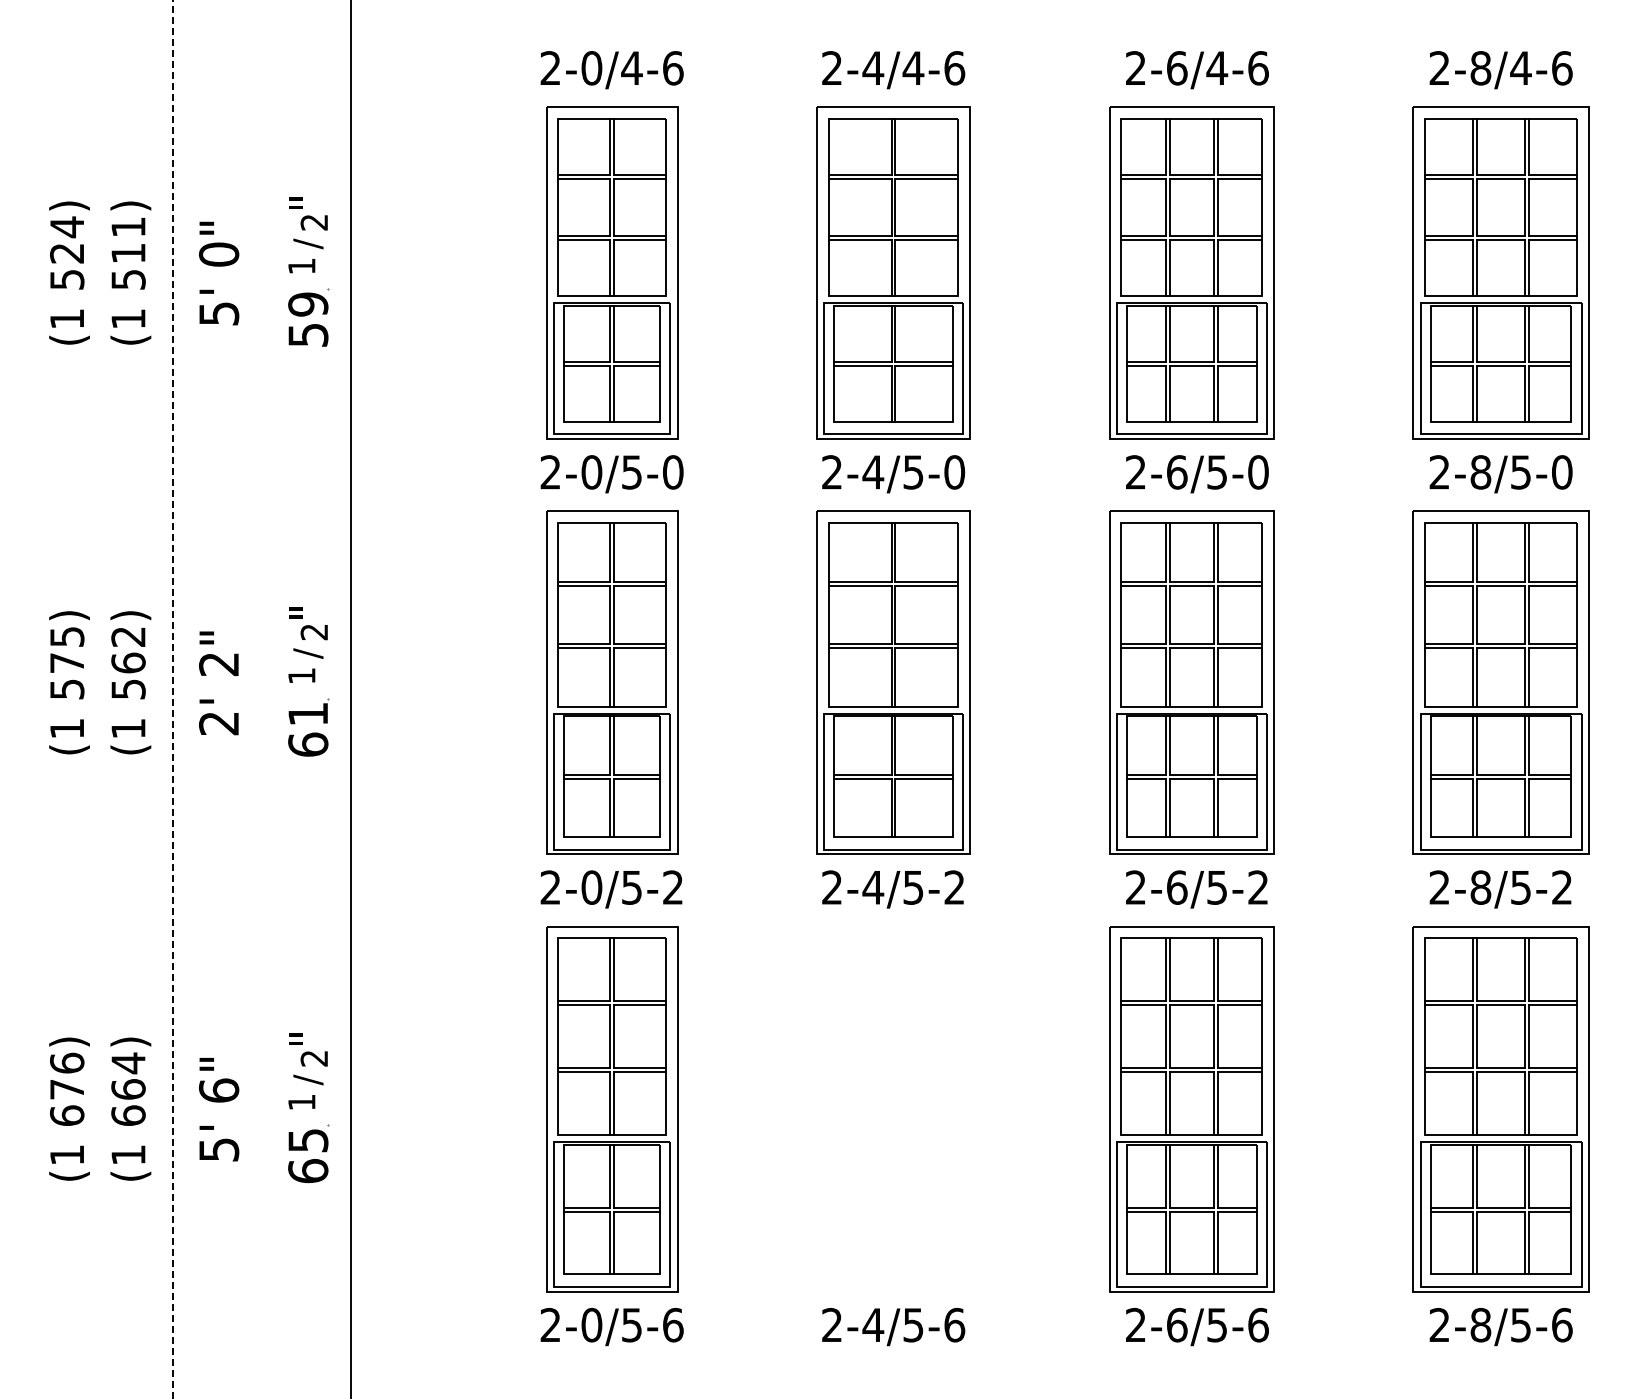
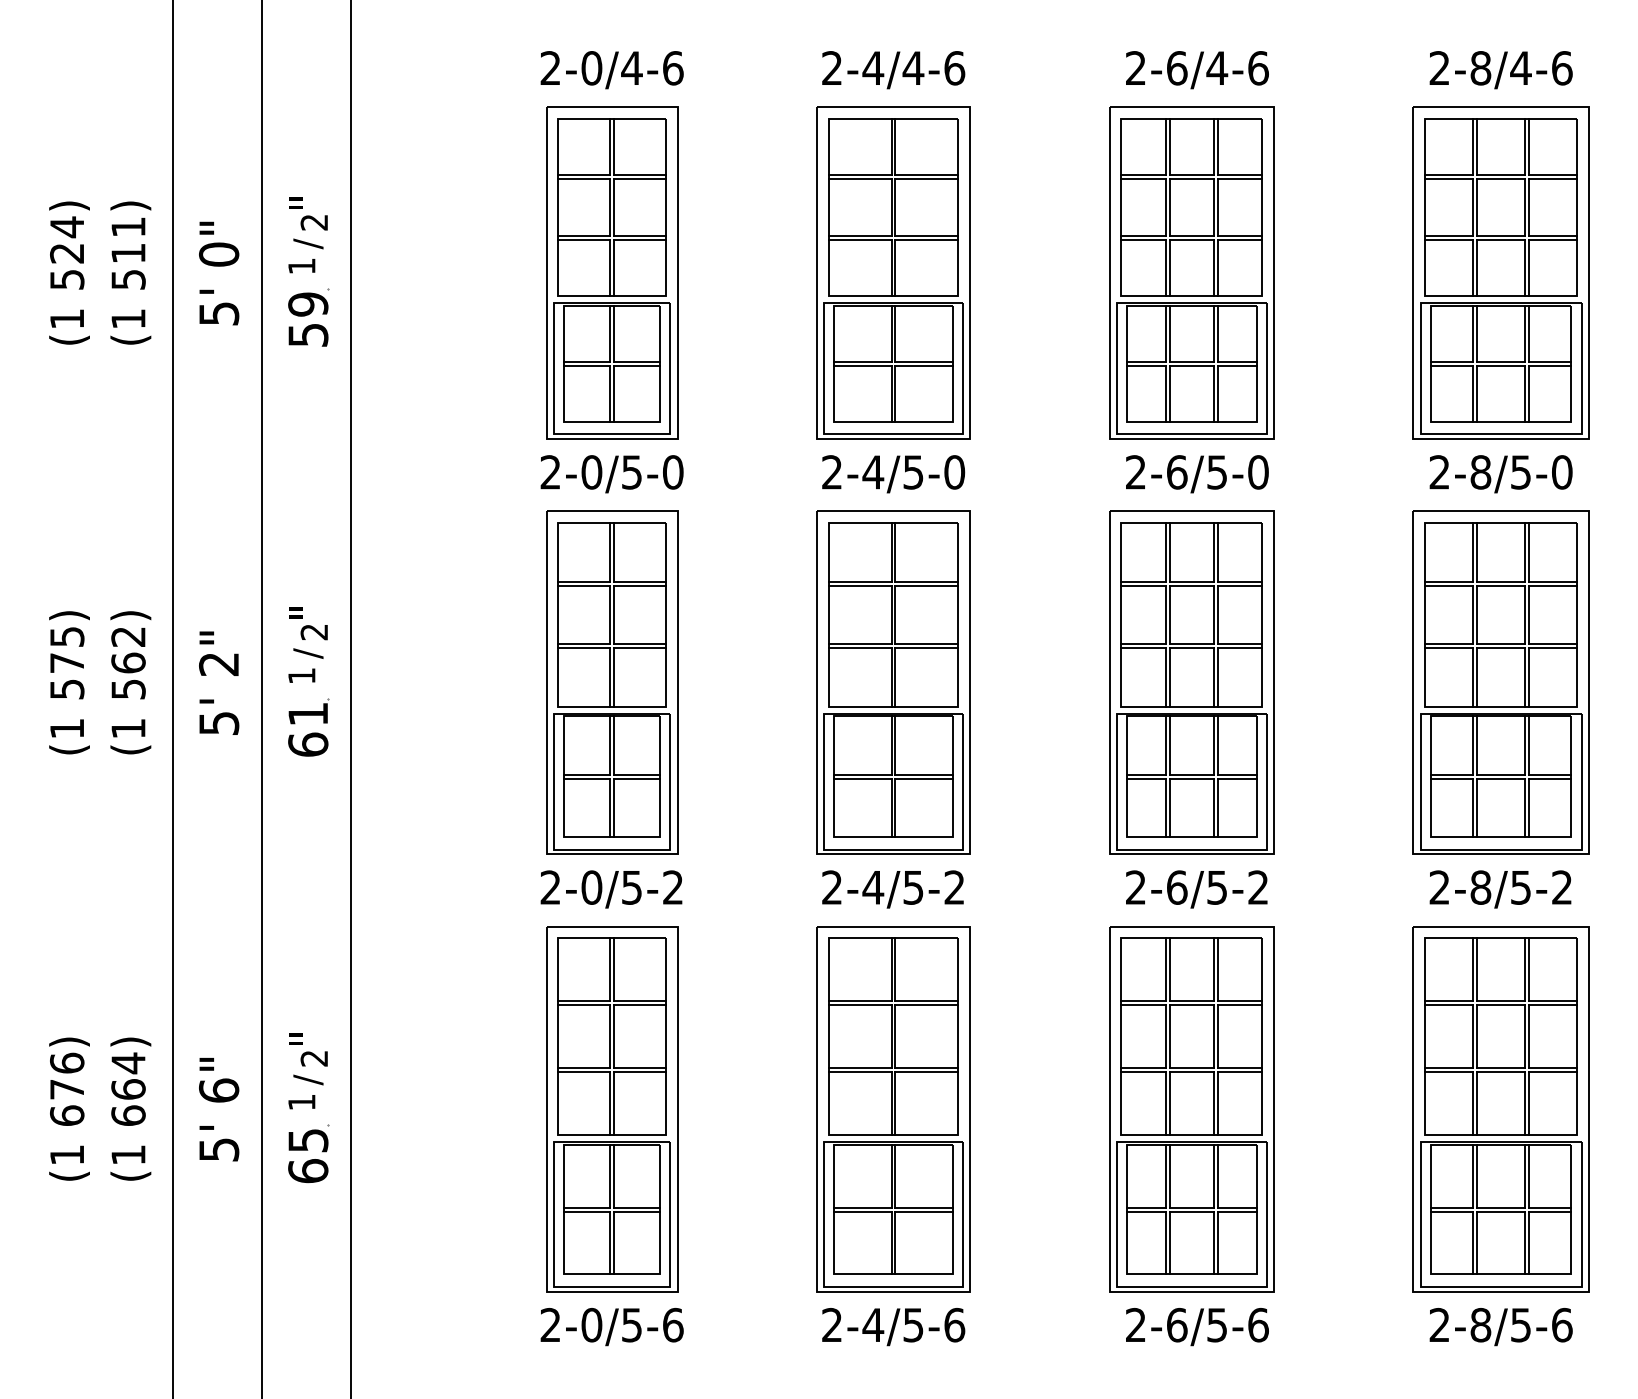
line at (262, 698): none -> present
line at (173, 699): dashed -> solid
text at (219, 723): 2' -> 5'
part at (893, 1109): none -> present
